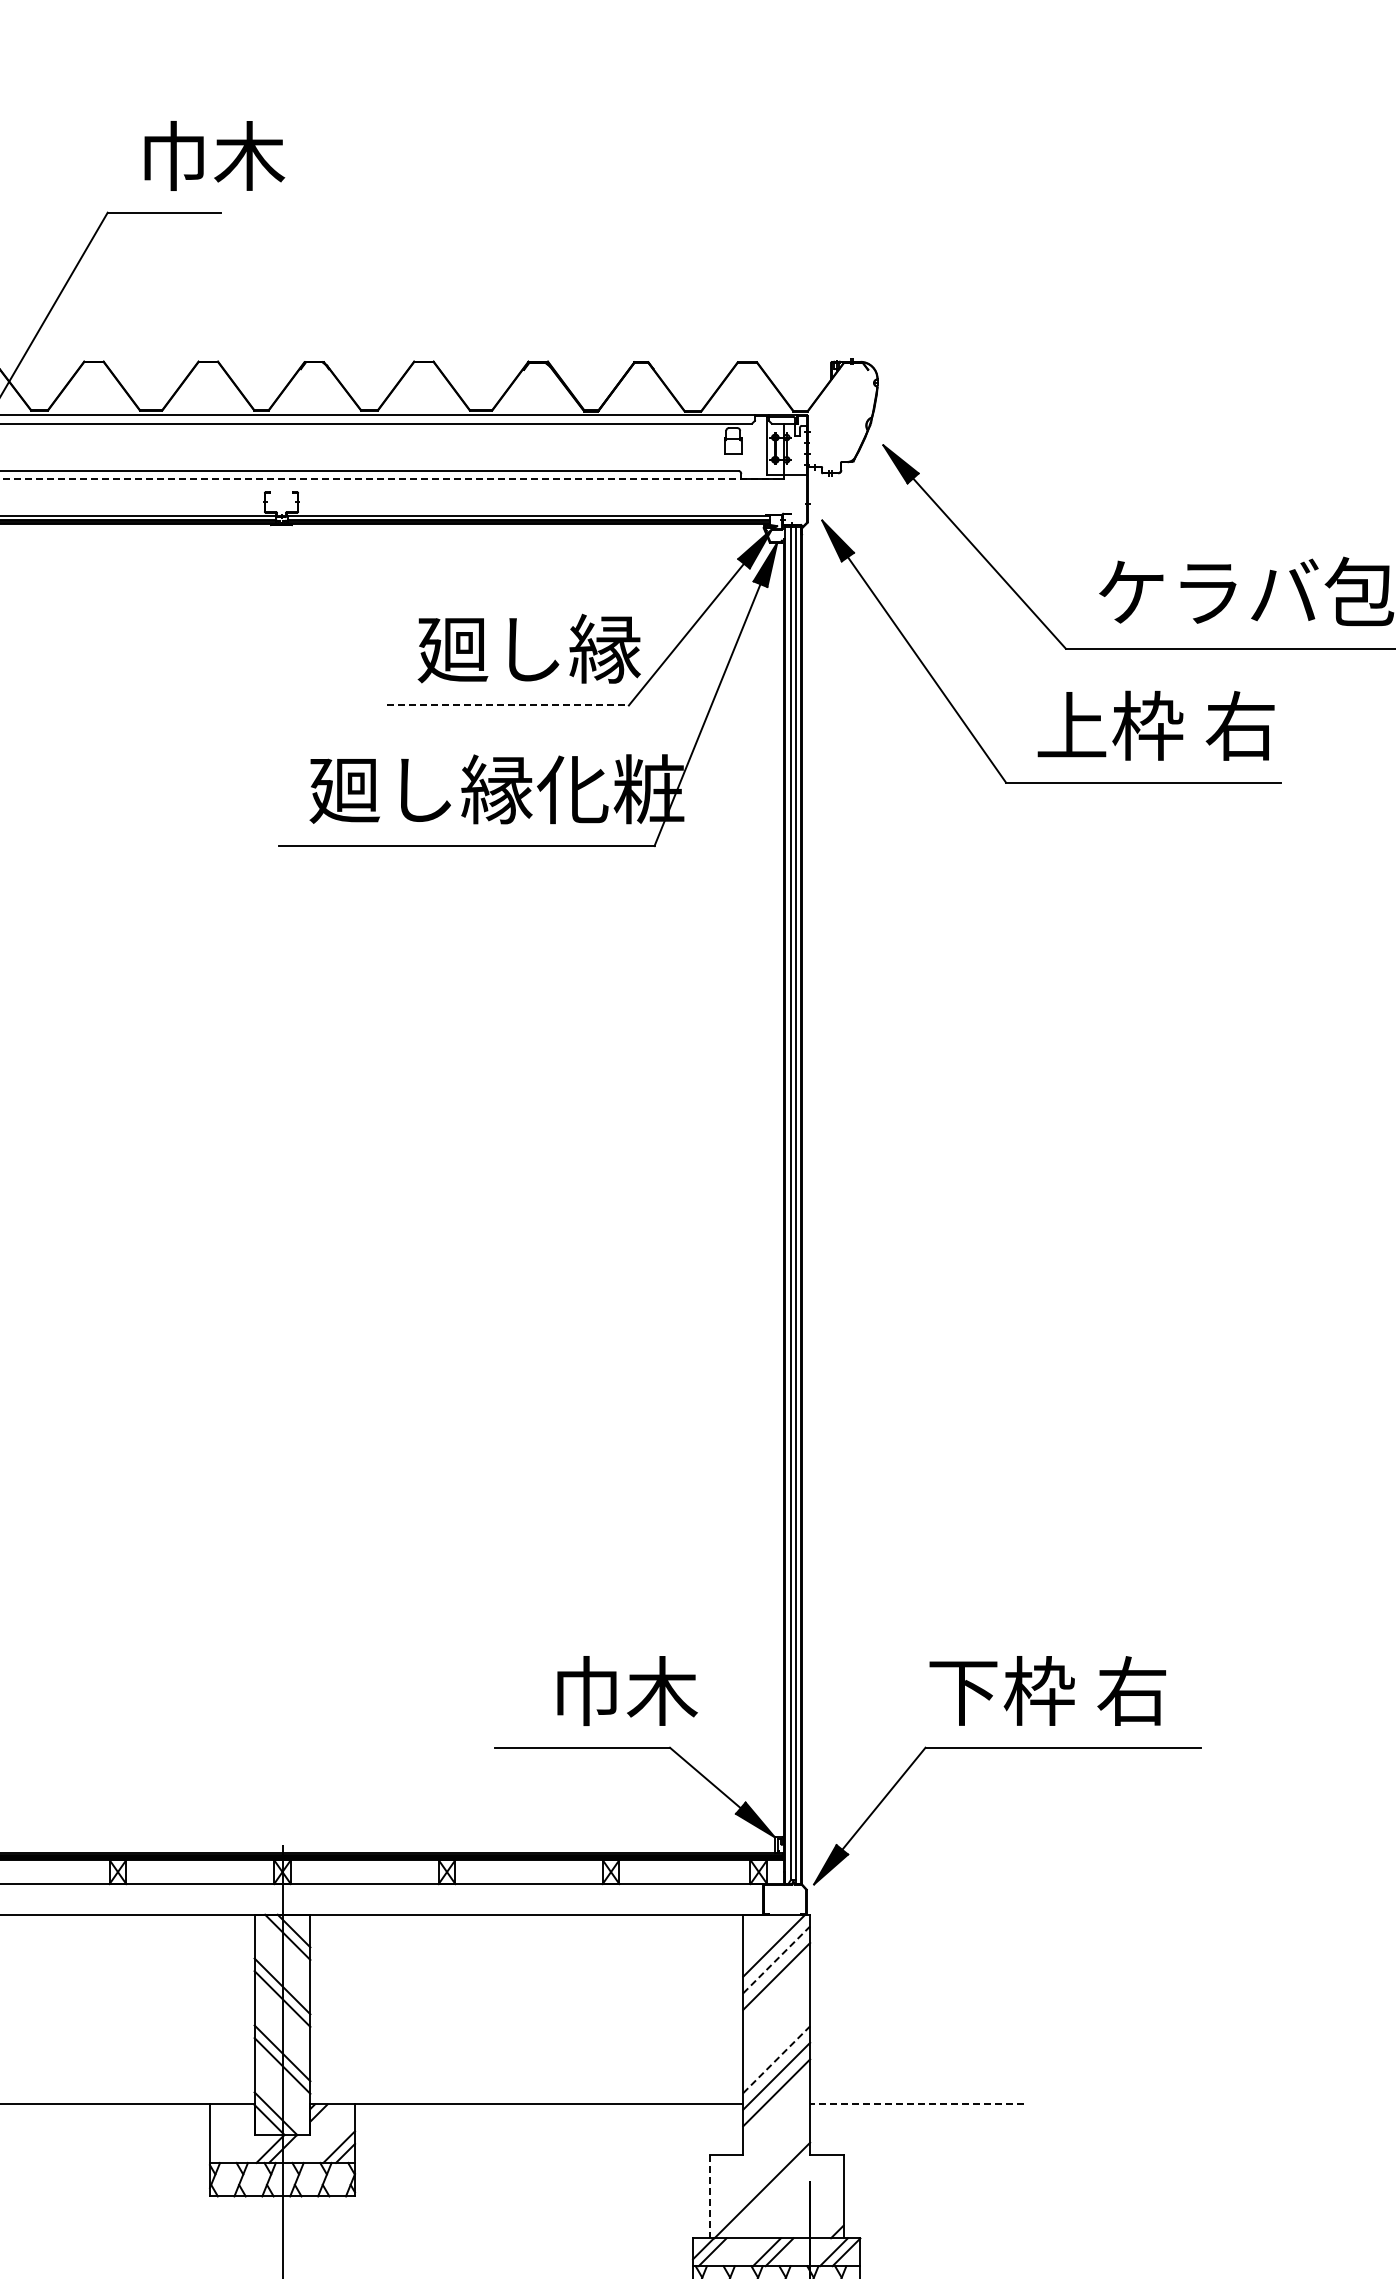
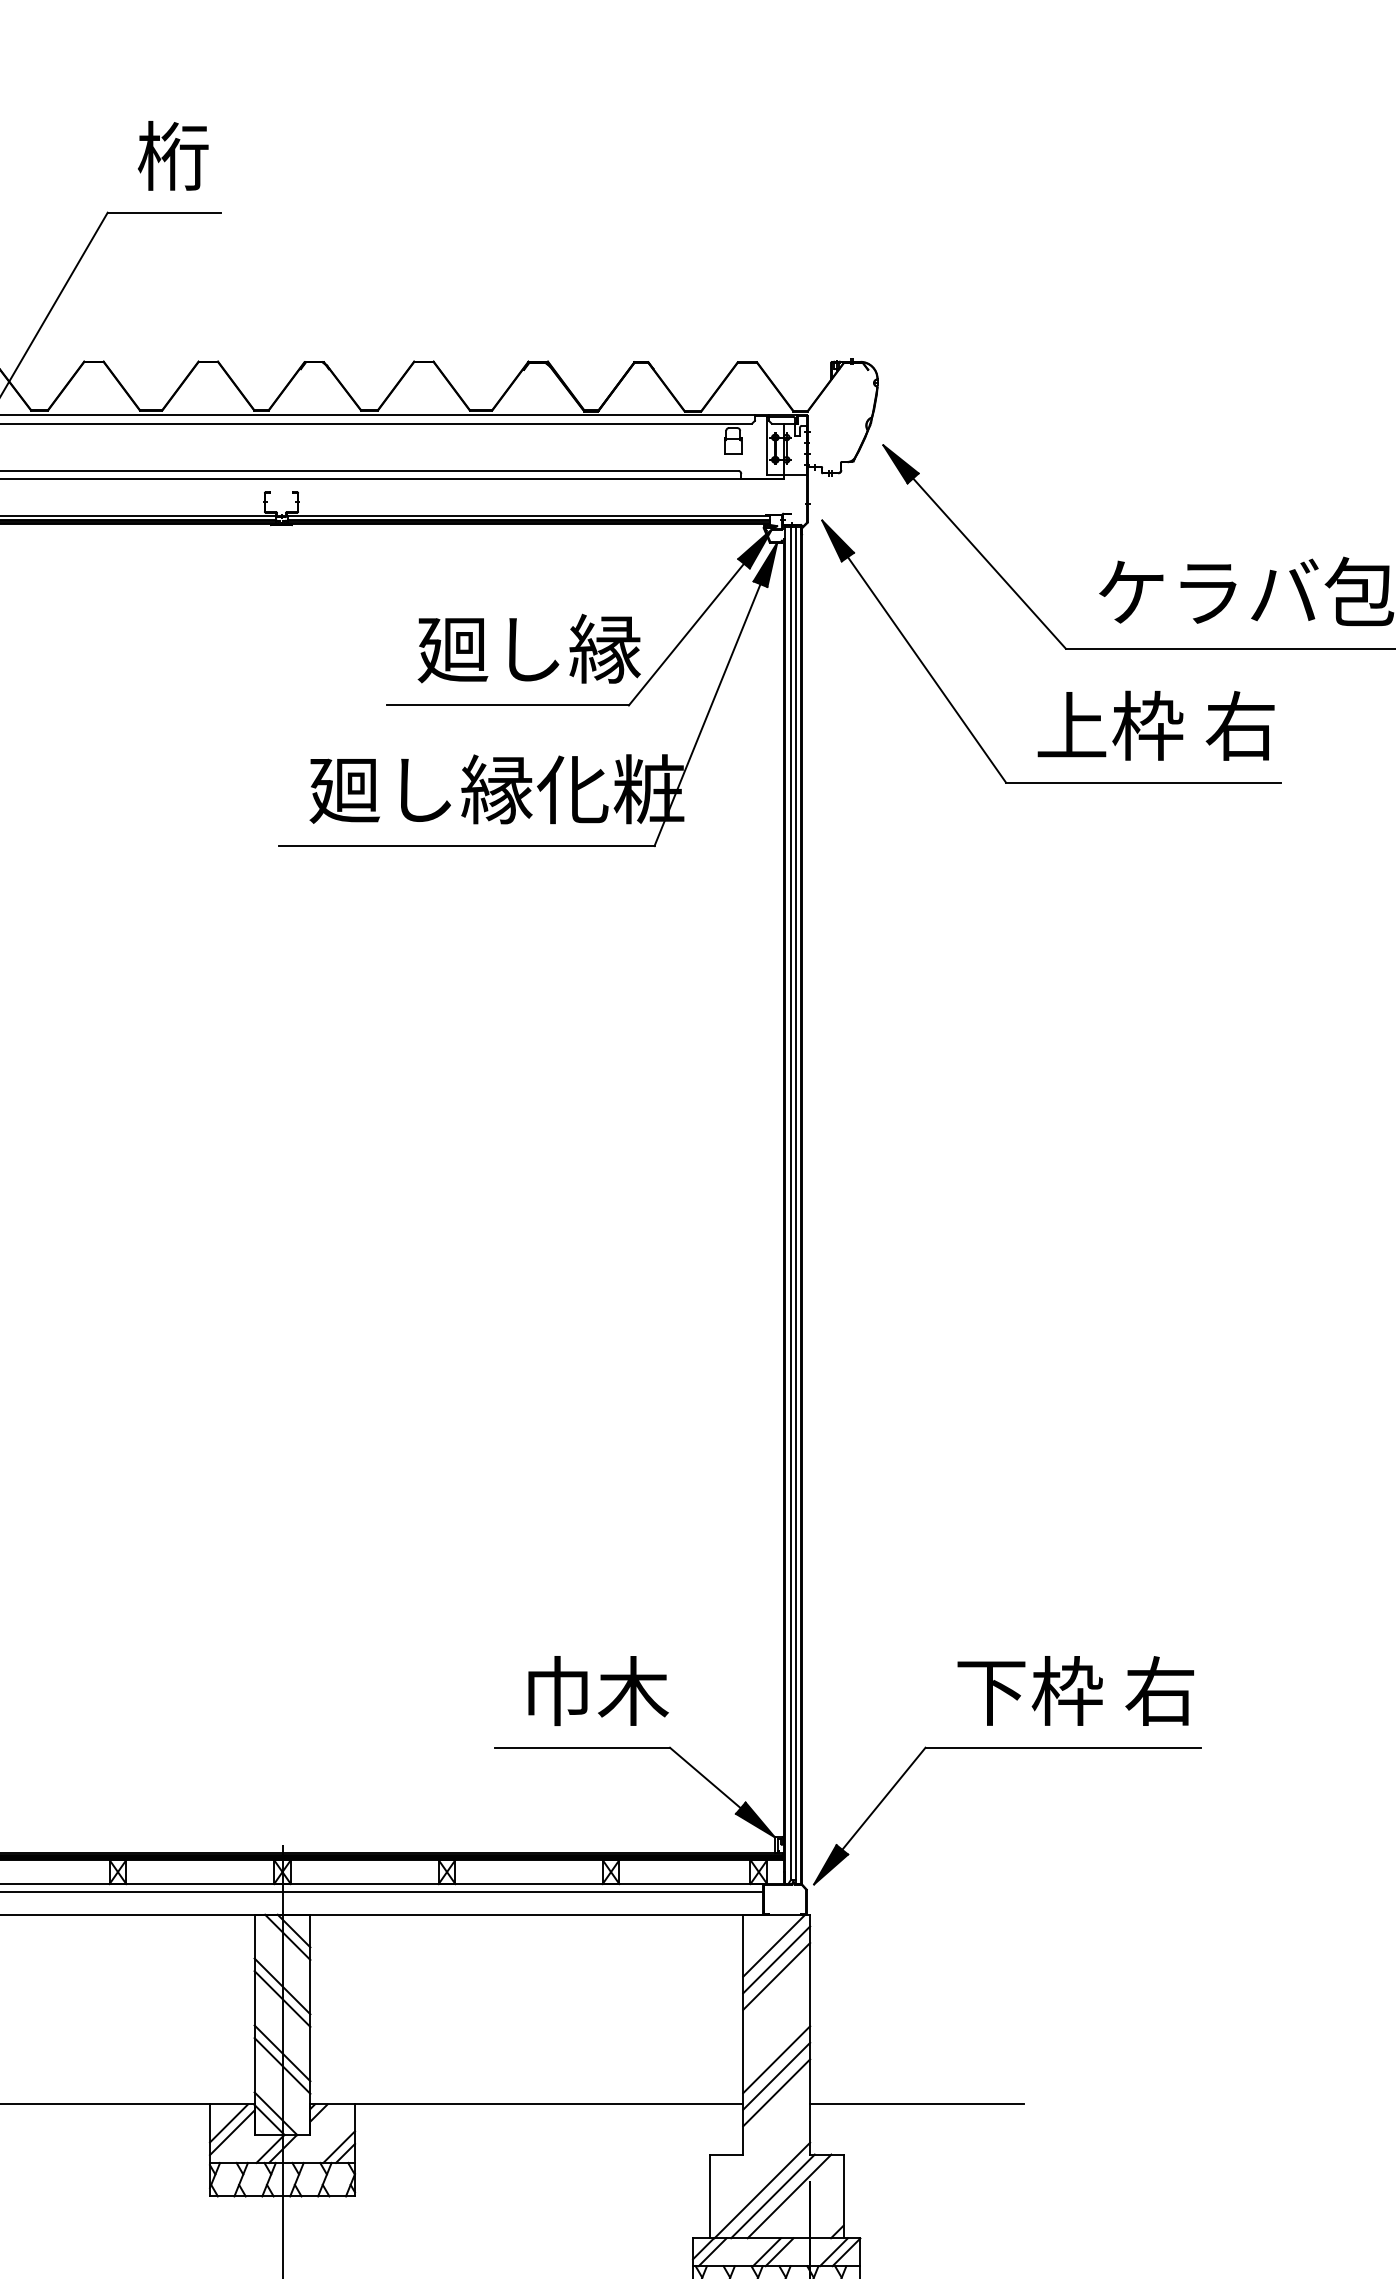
text at (211, 155): 巾木 -> 桁
line at (392, 479): dashed -> solid
line at (508, 705): dashed -> solid
text at (627, 1690) position: (627, 1690) -> (598, 1690)
text at (1047, 1690) position: (1047, 1690) -> (1075, 1690)
line at (382, 1892): none -> present
line at (777, 1959): dashed -> solid
line at (777, 2059): dashed -> solid
line at (917, 2104): dashed -> solid
line at (228, 2123): none -> present
line at (231, 2132): none -> present
line at (709, 2196): dashed -> solid
line at (772, 2196): none -> present
line at (789, 2196): none -> present
